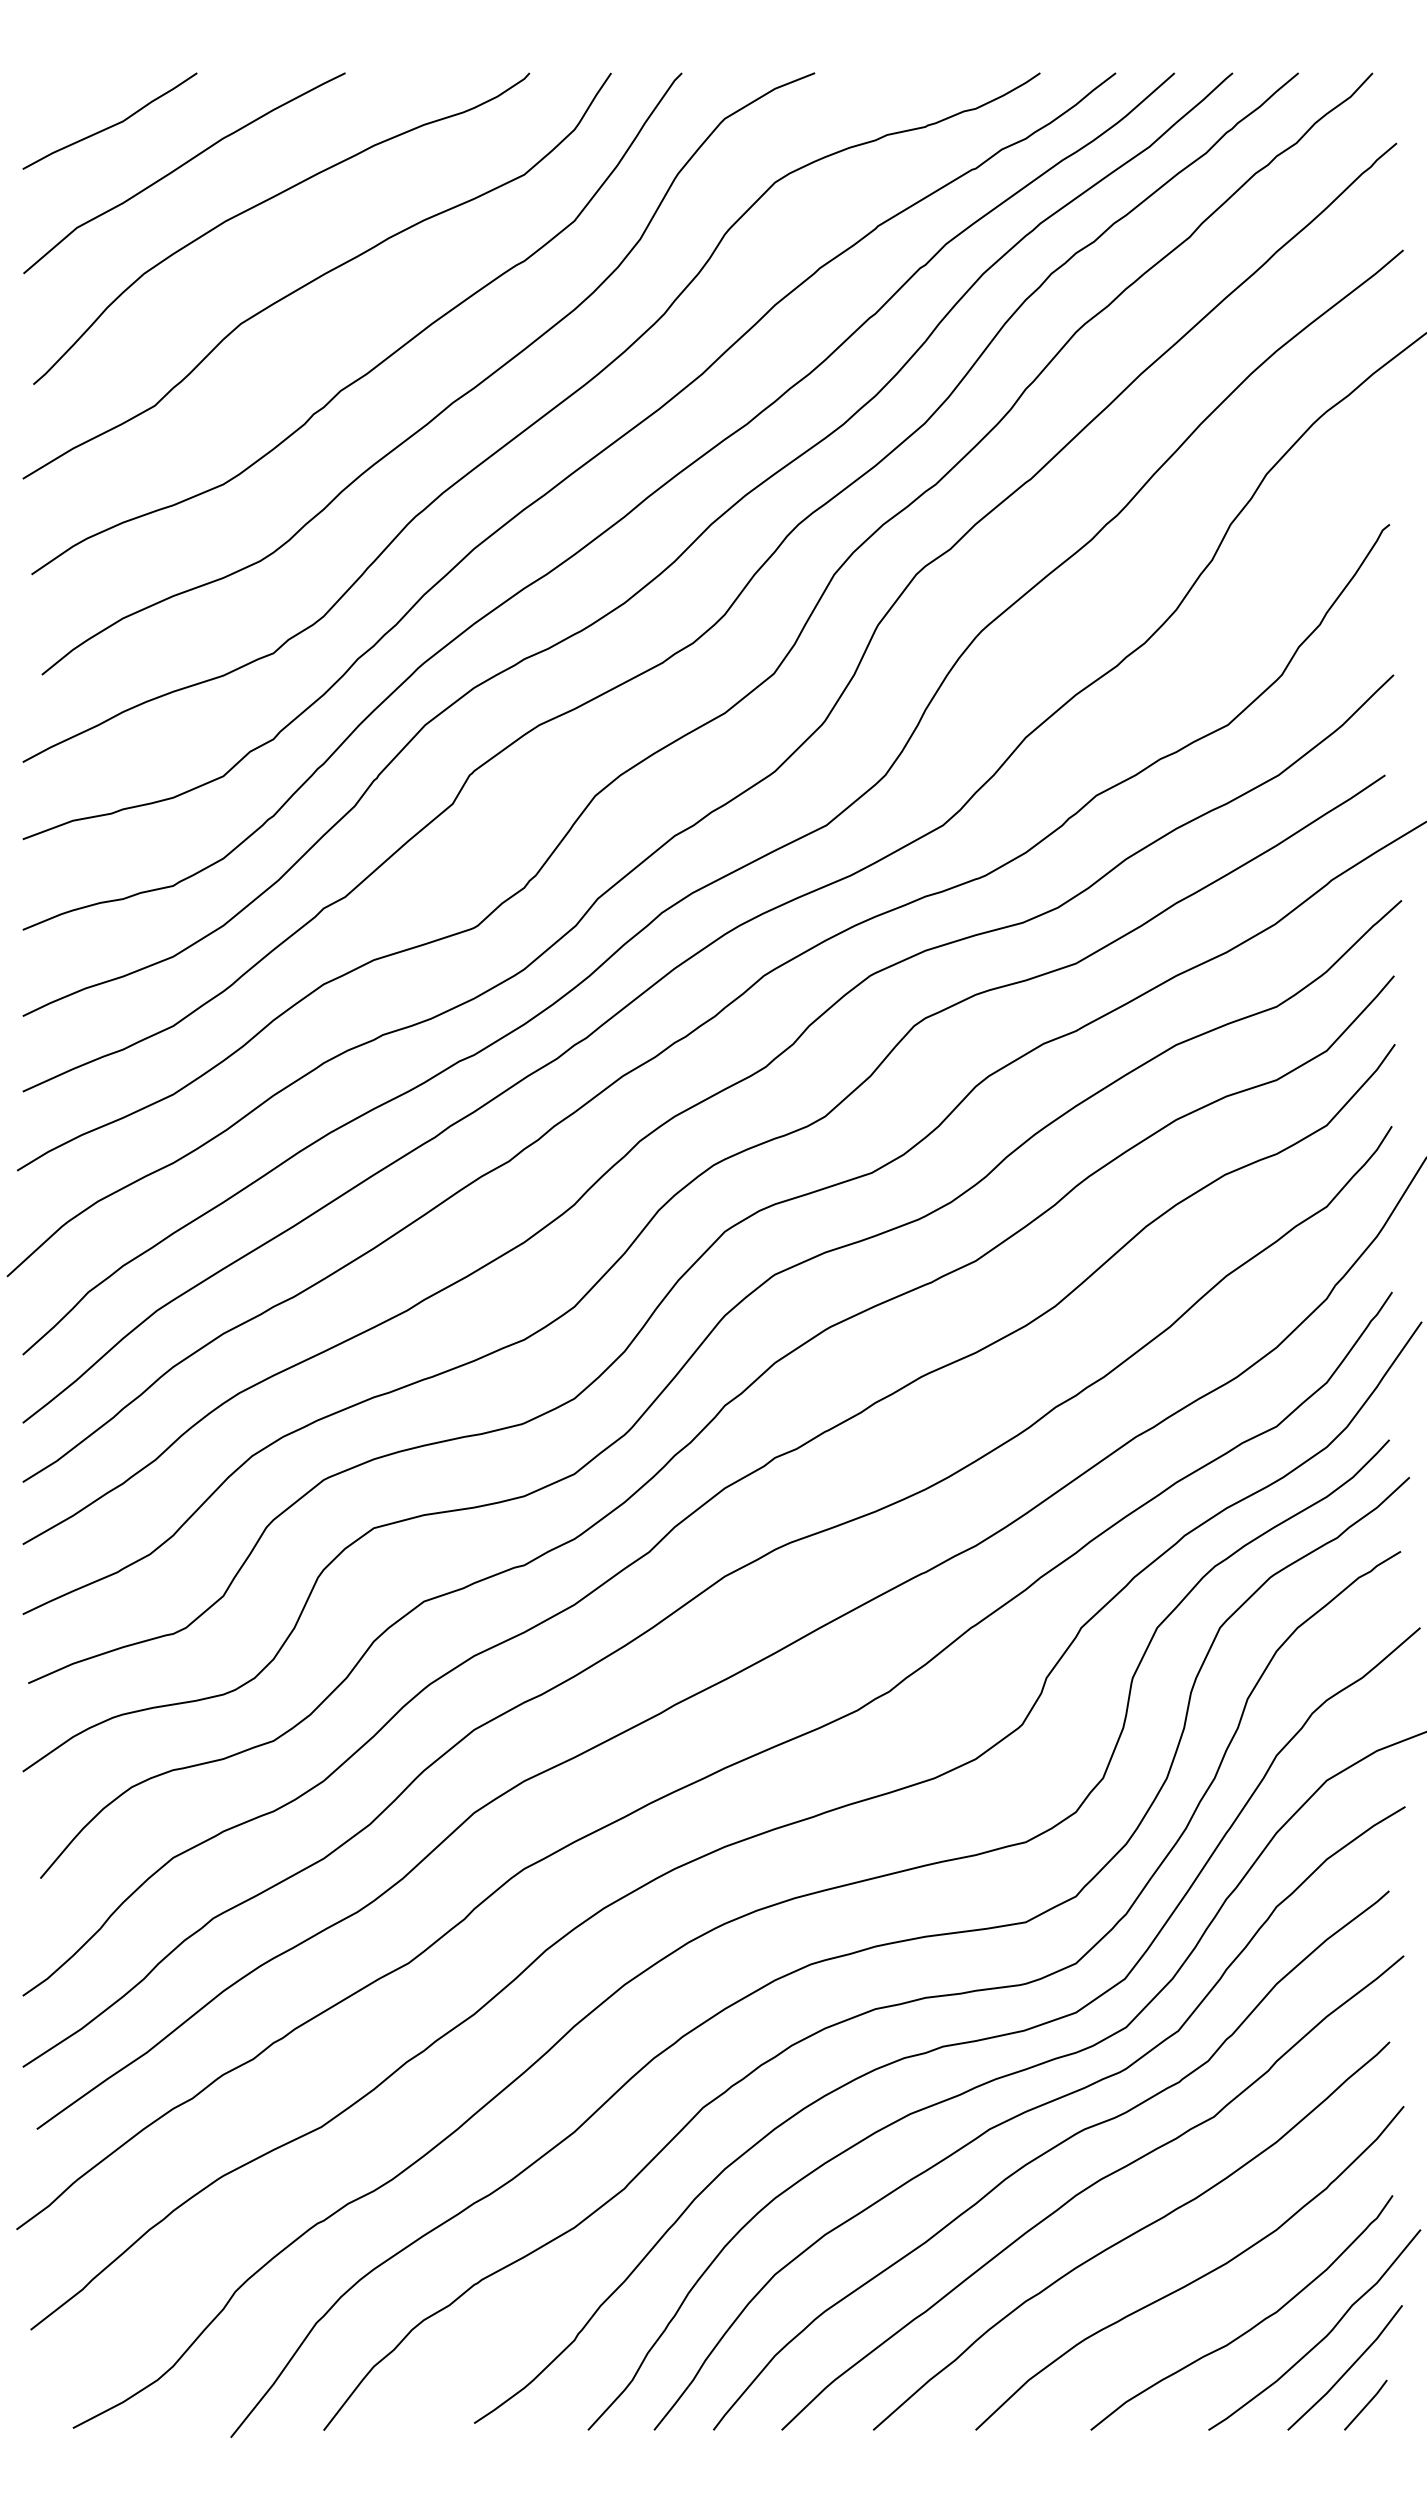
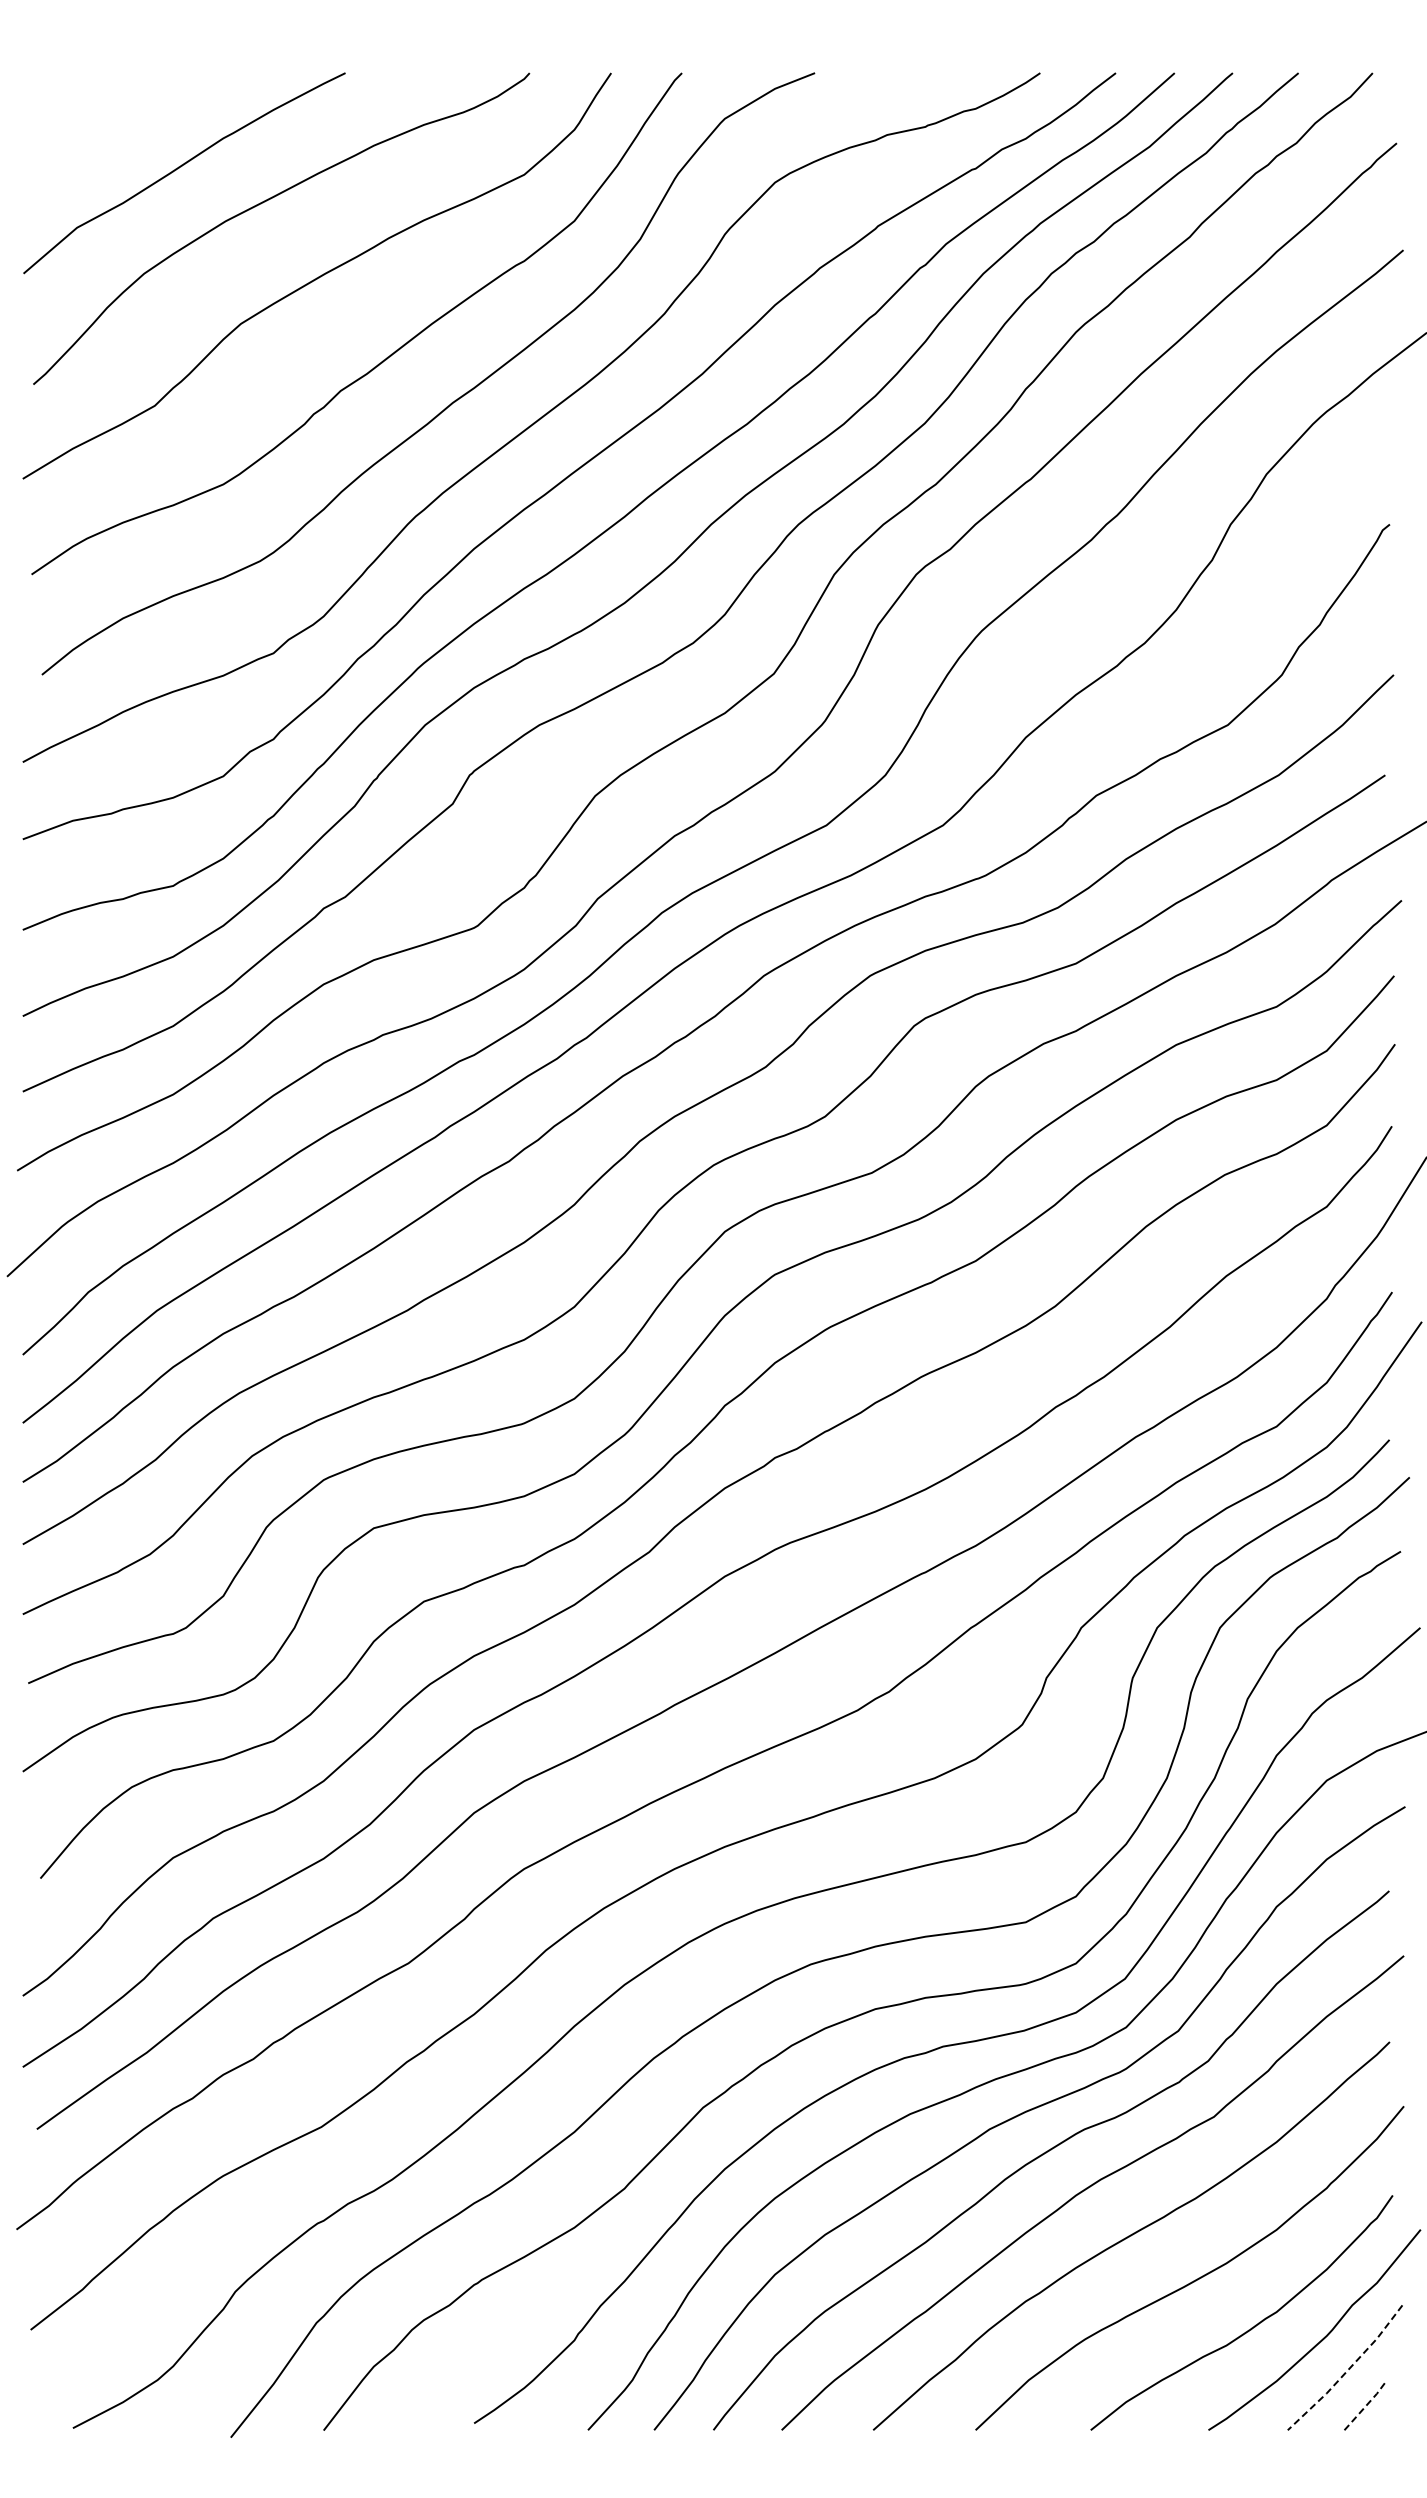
curve at (111, 125): present -> none
line at (1348, 2370): solid -> dashed
line at (1366, 2404): solid -> dashed
